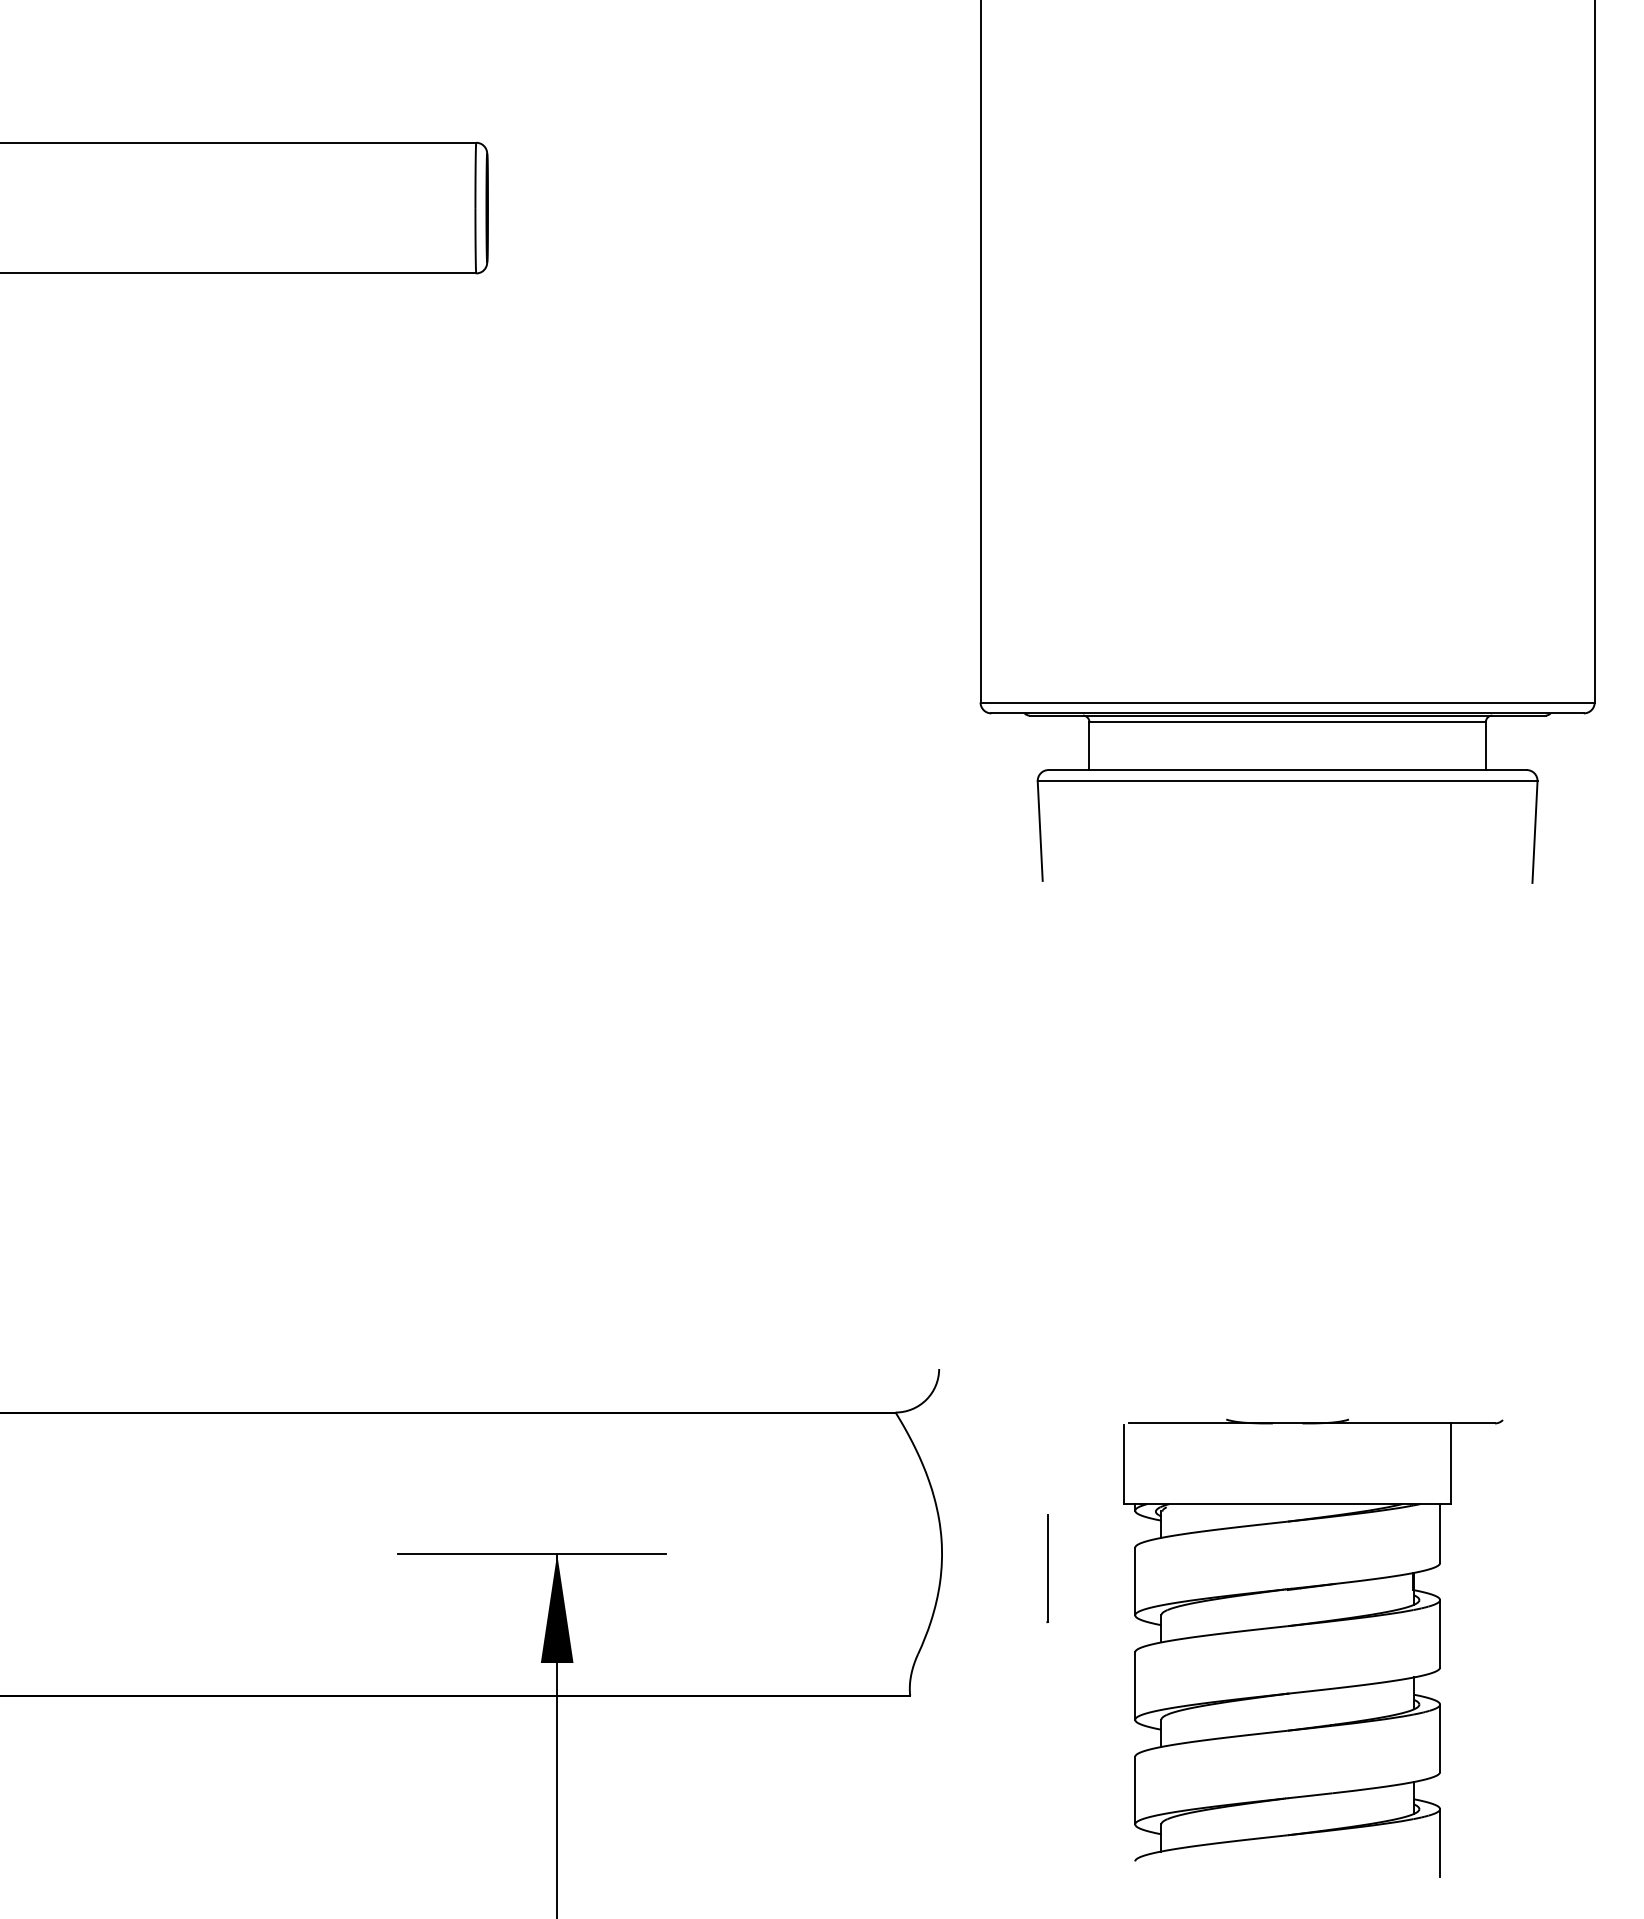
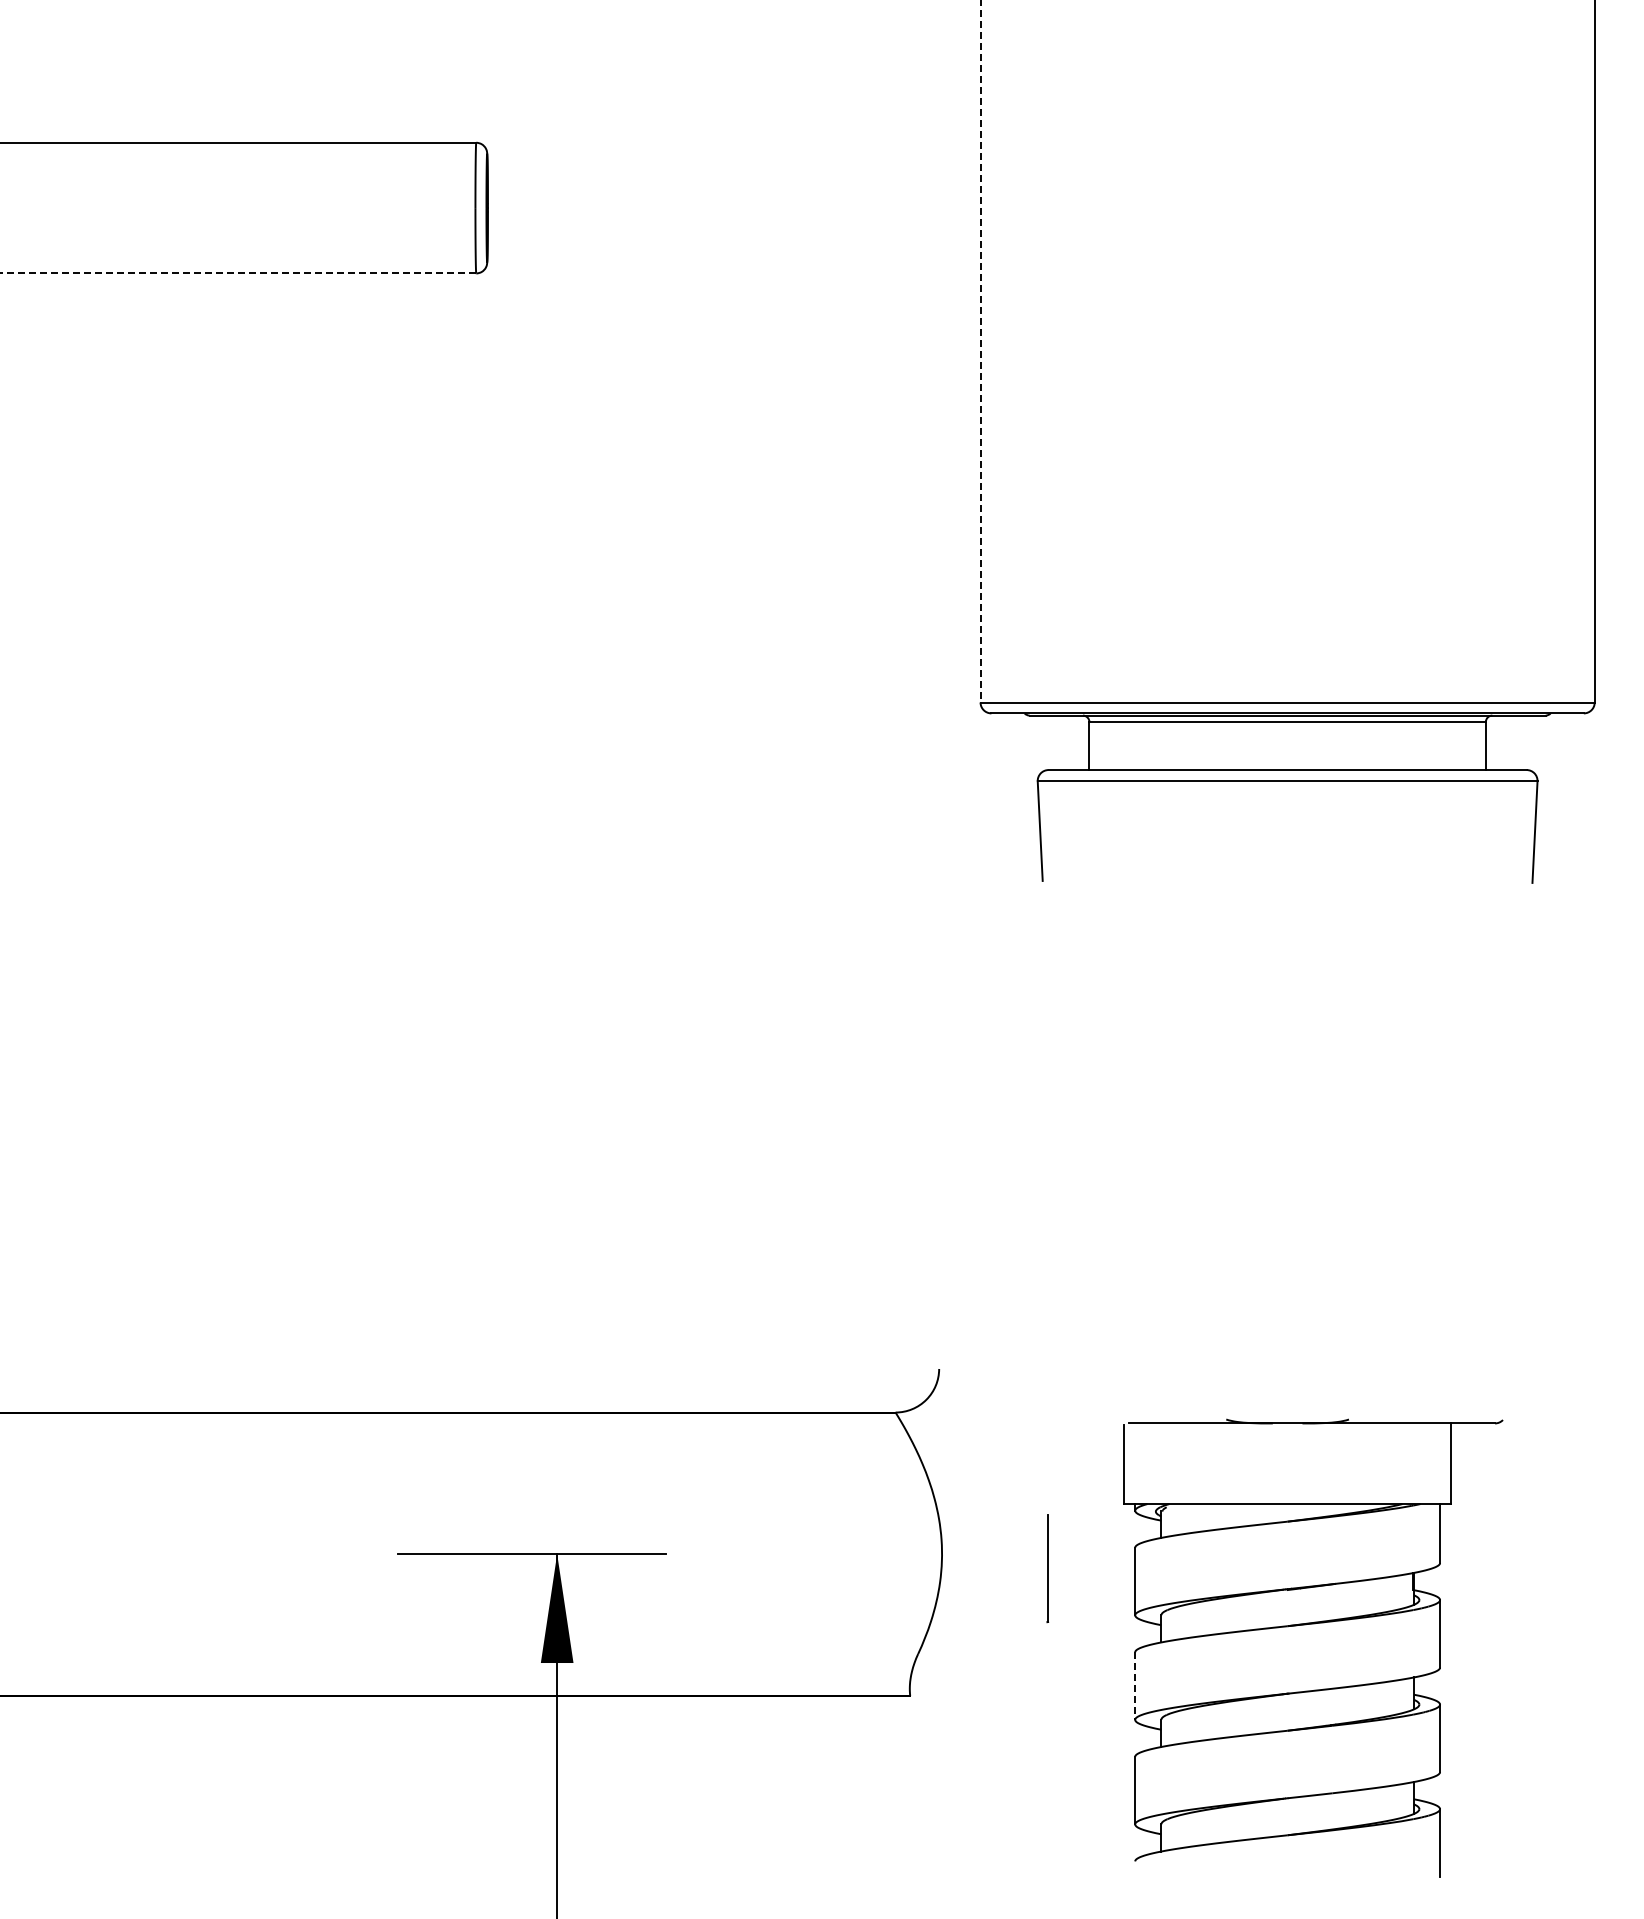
line at (238, 273): solid -> dashed
line at (980, 351): solid -> dashed
line at (1135, 1686): solid -> dashed
